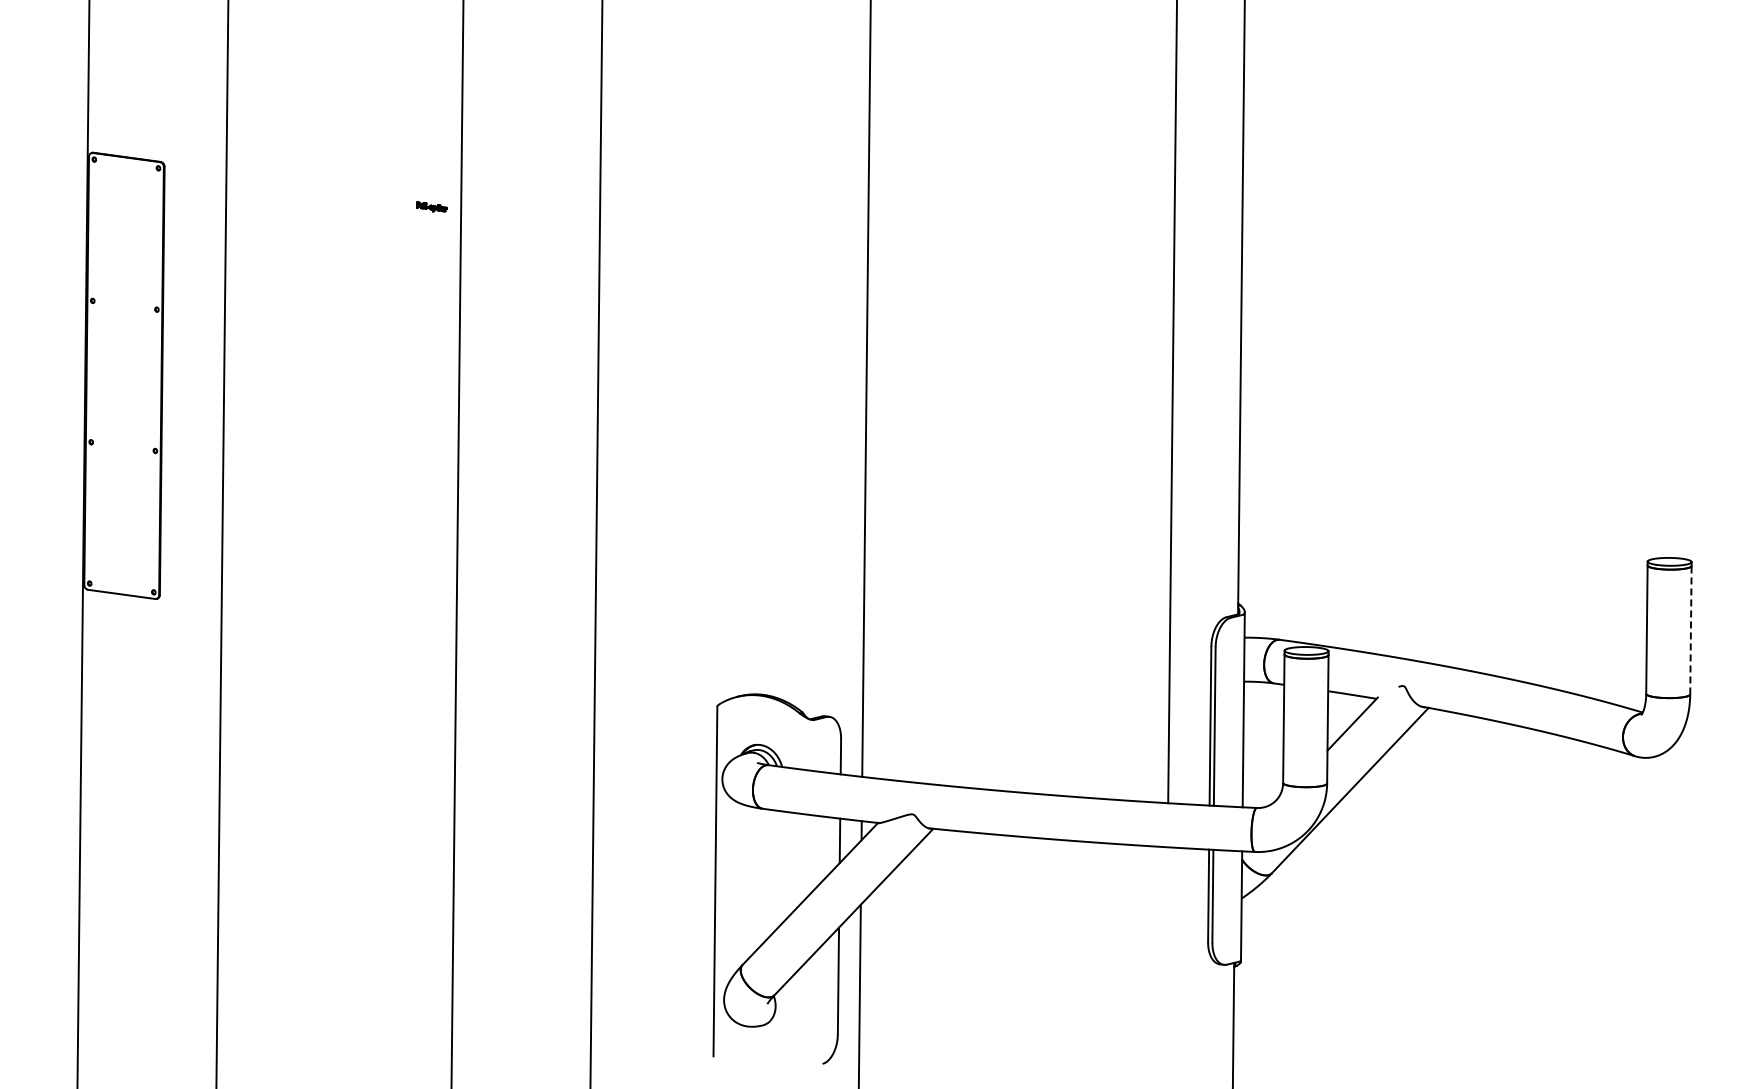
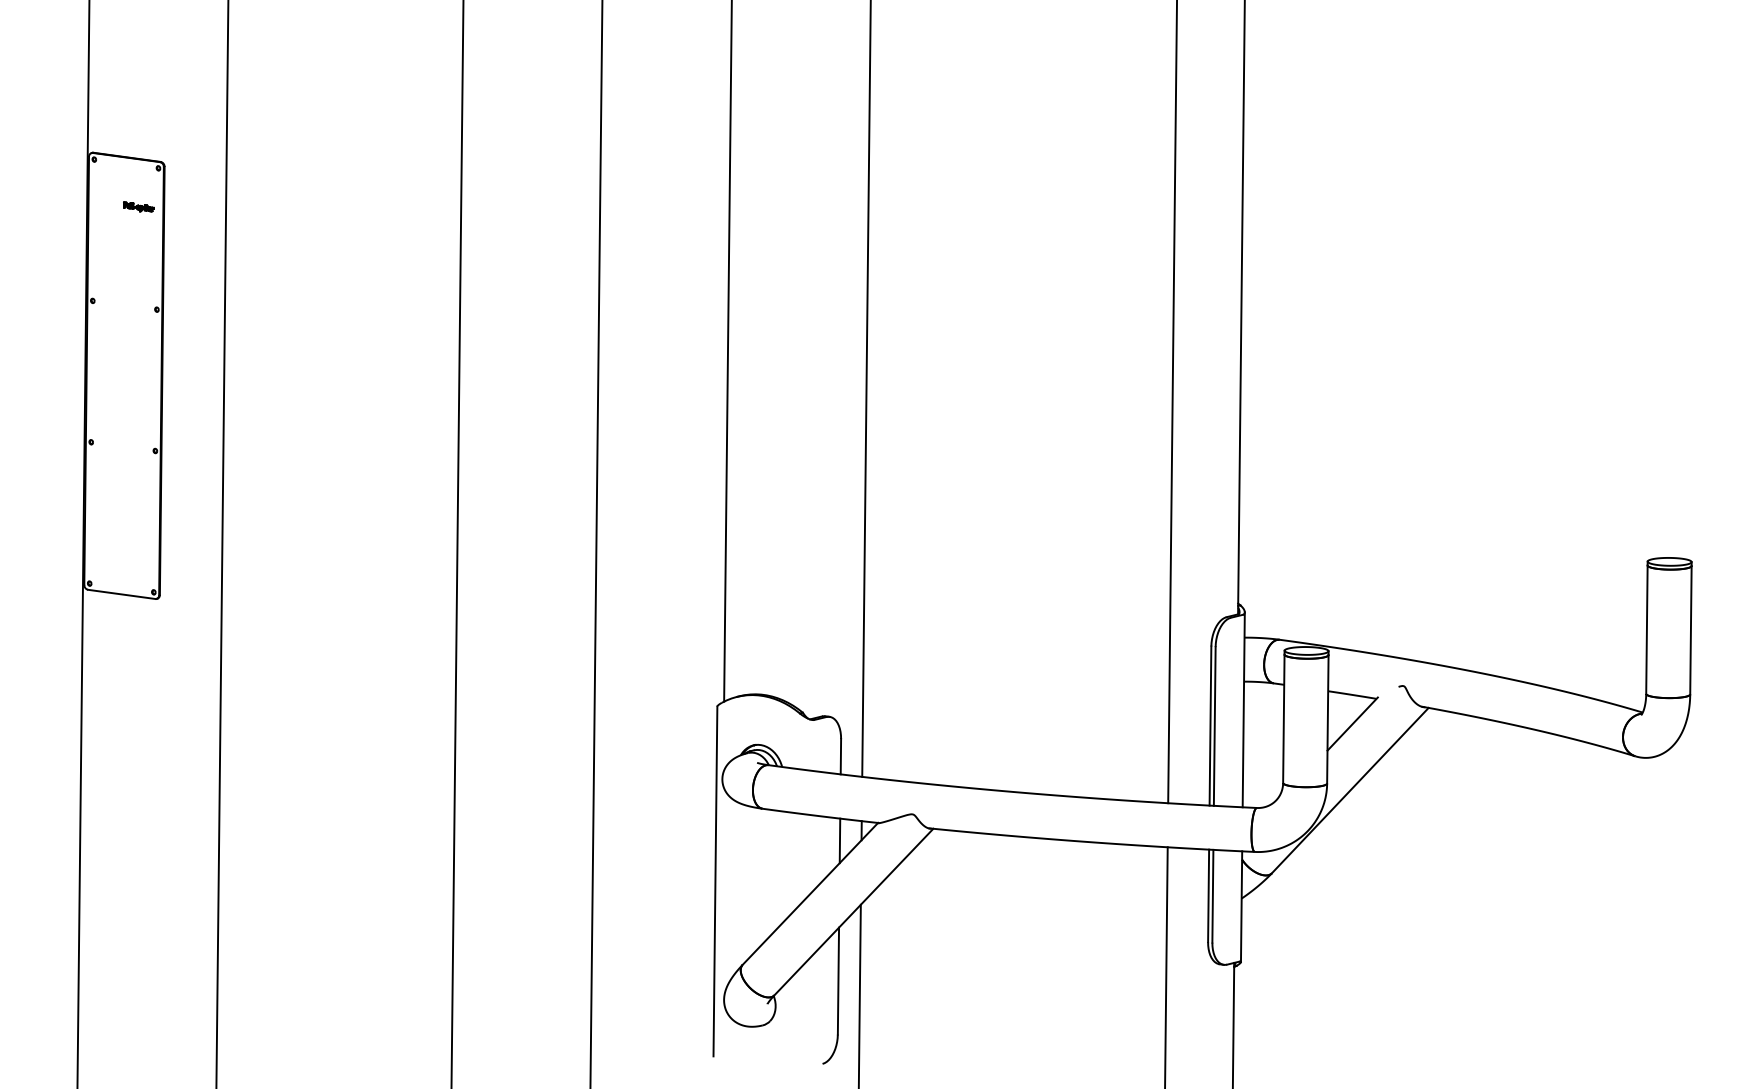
part at (431, 206) position: (431, 206) -> (138, 206)
line at (727, 351): none -> present
line at (1690, 629): dashed -> solid
line at (1166, 966): none -> present
